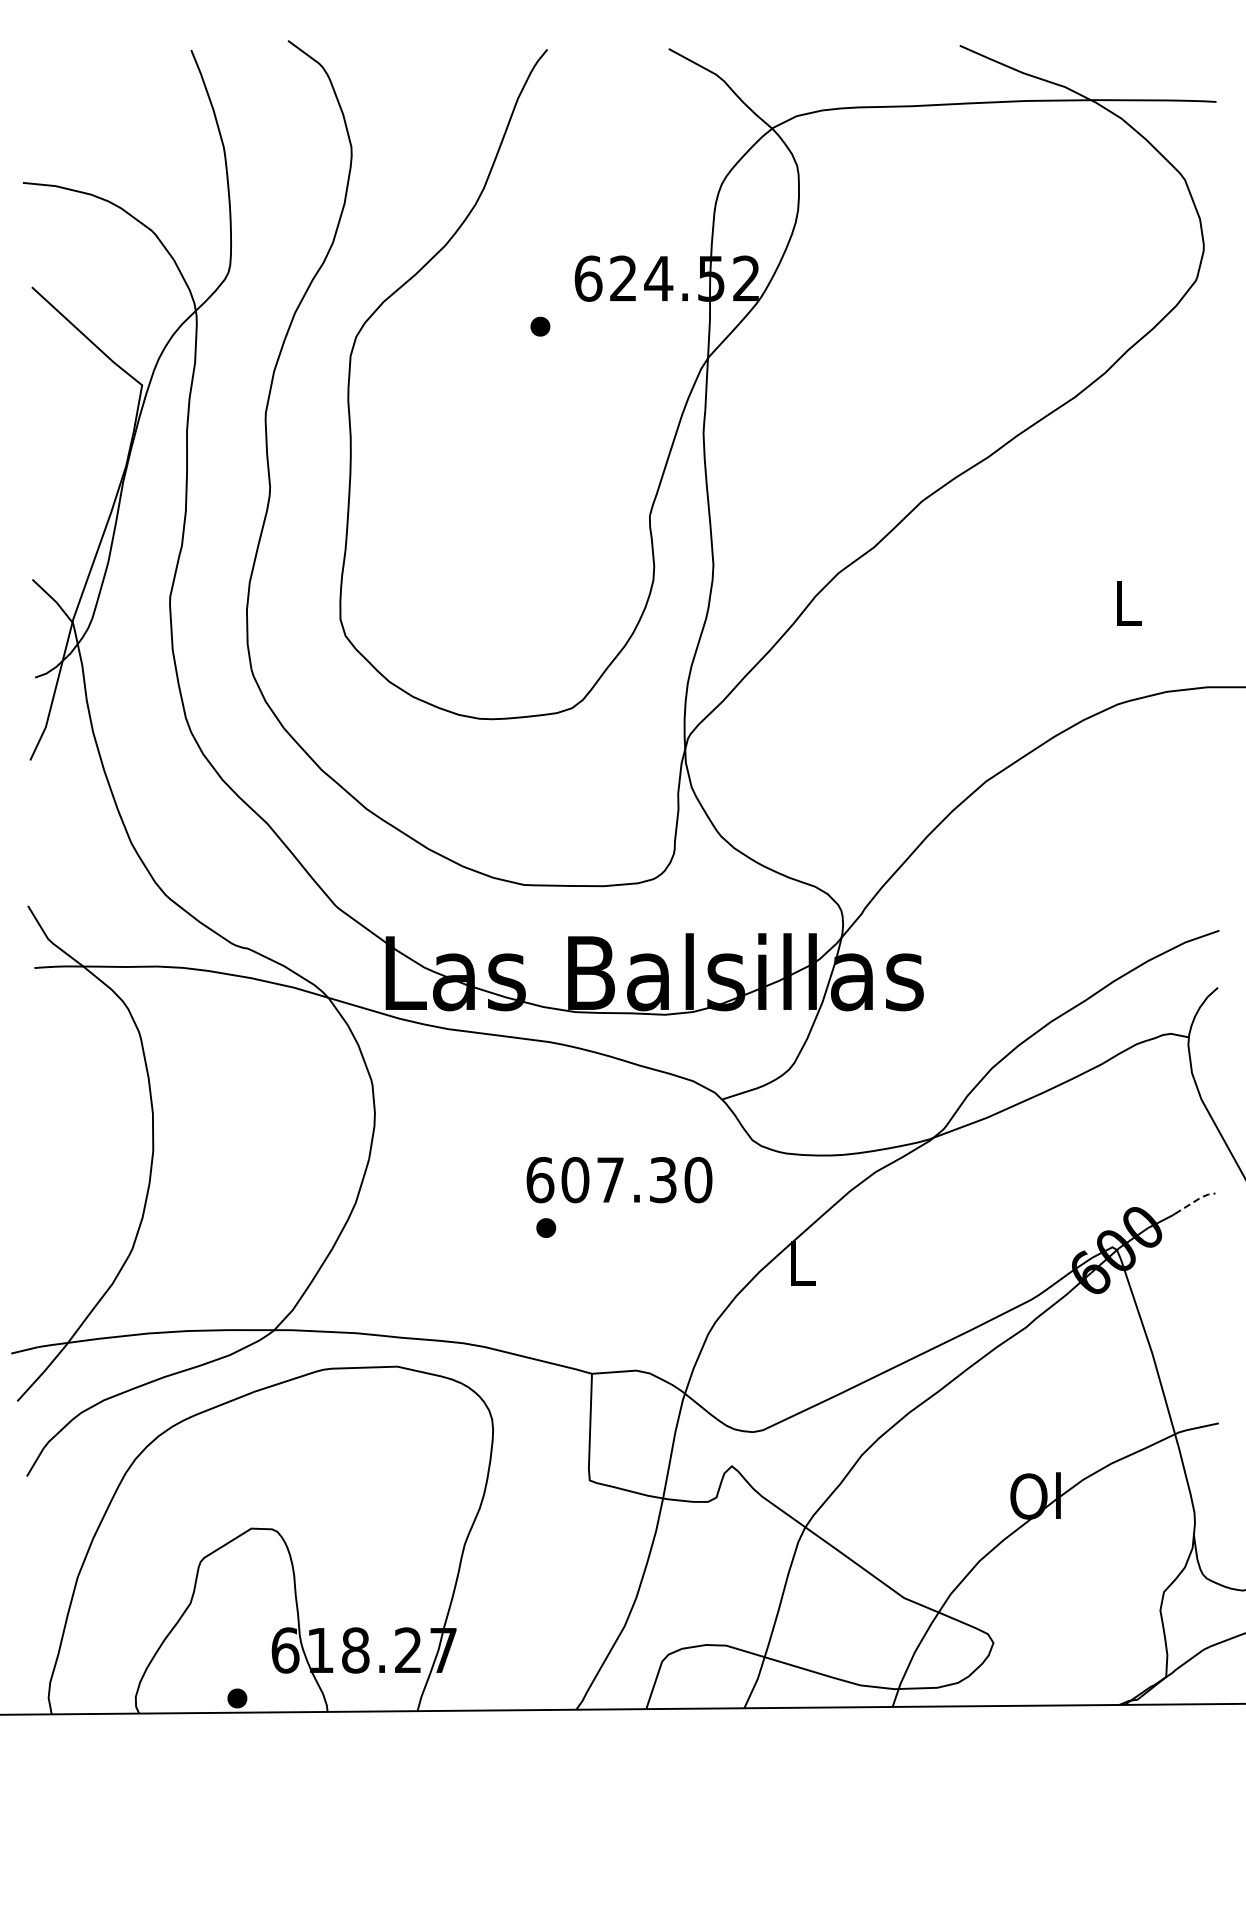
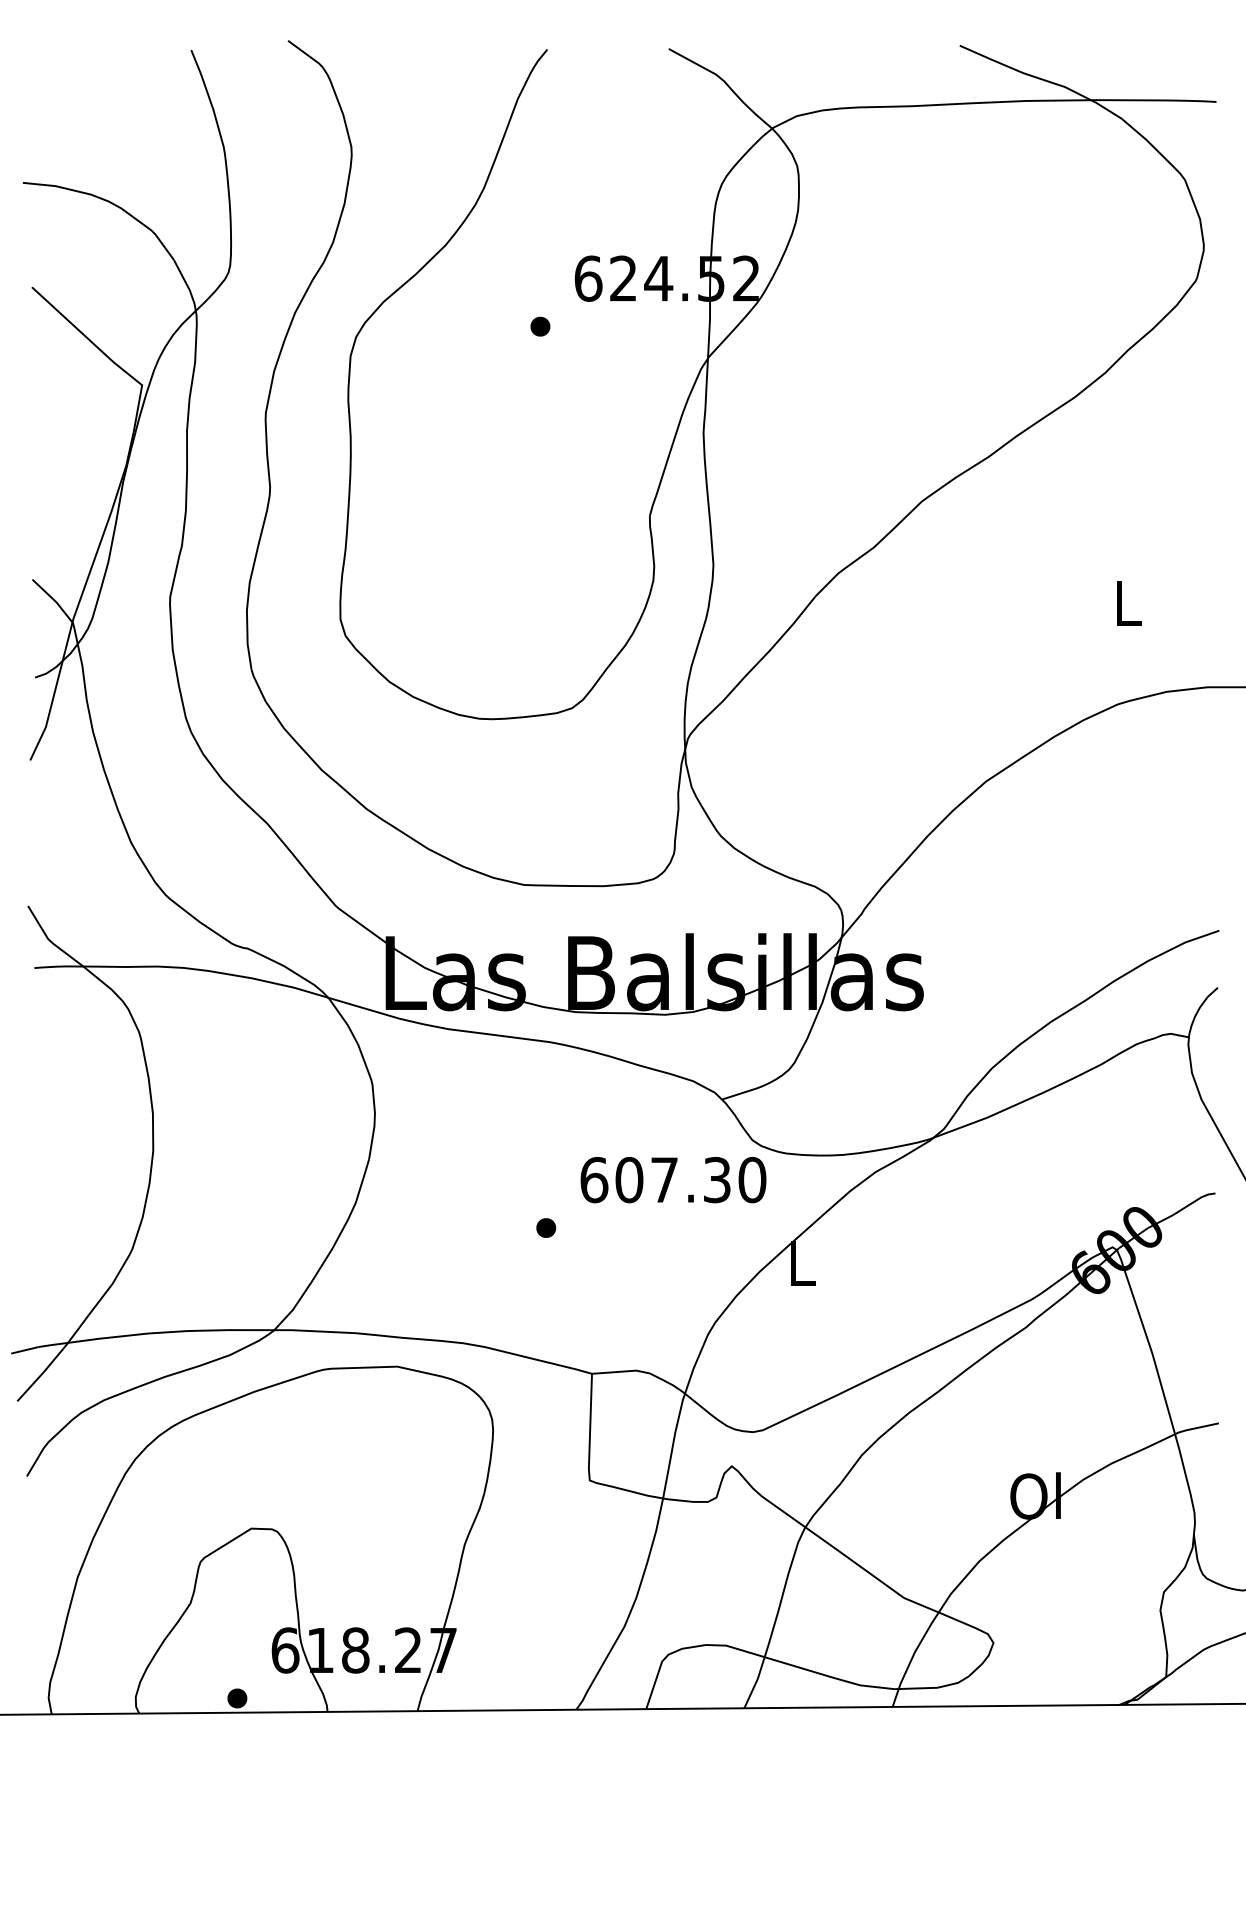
text at (619, 1180) position: (619, 1180) -> (673, 1180)
line at (1195, 1200): dashed -> solid
